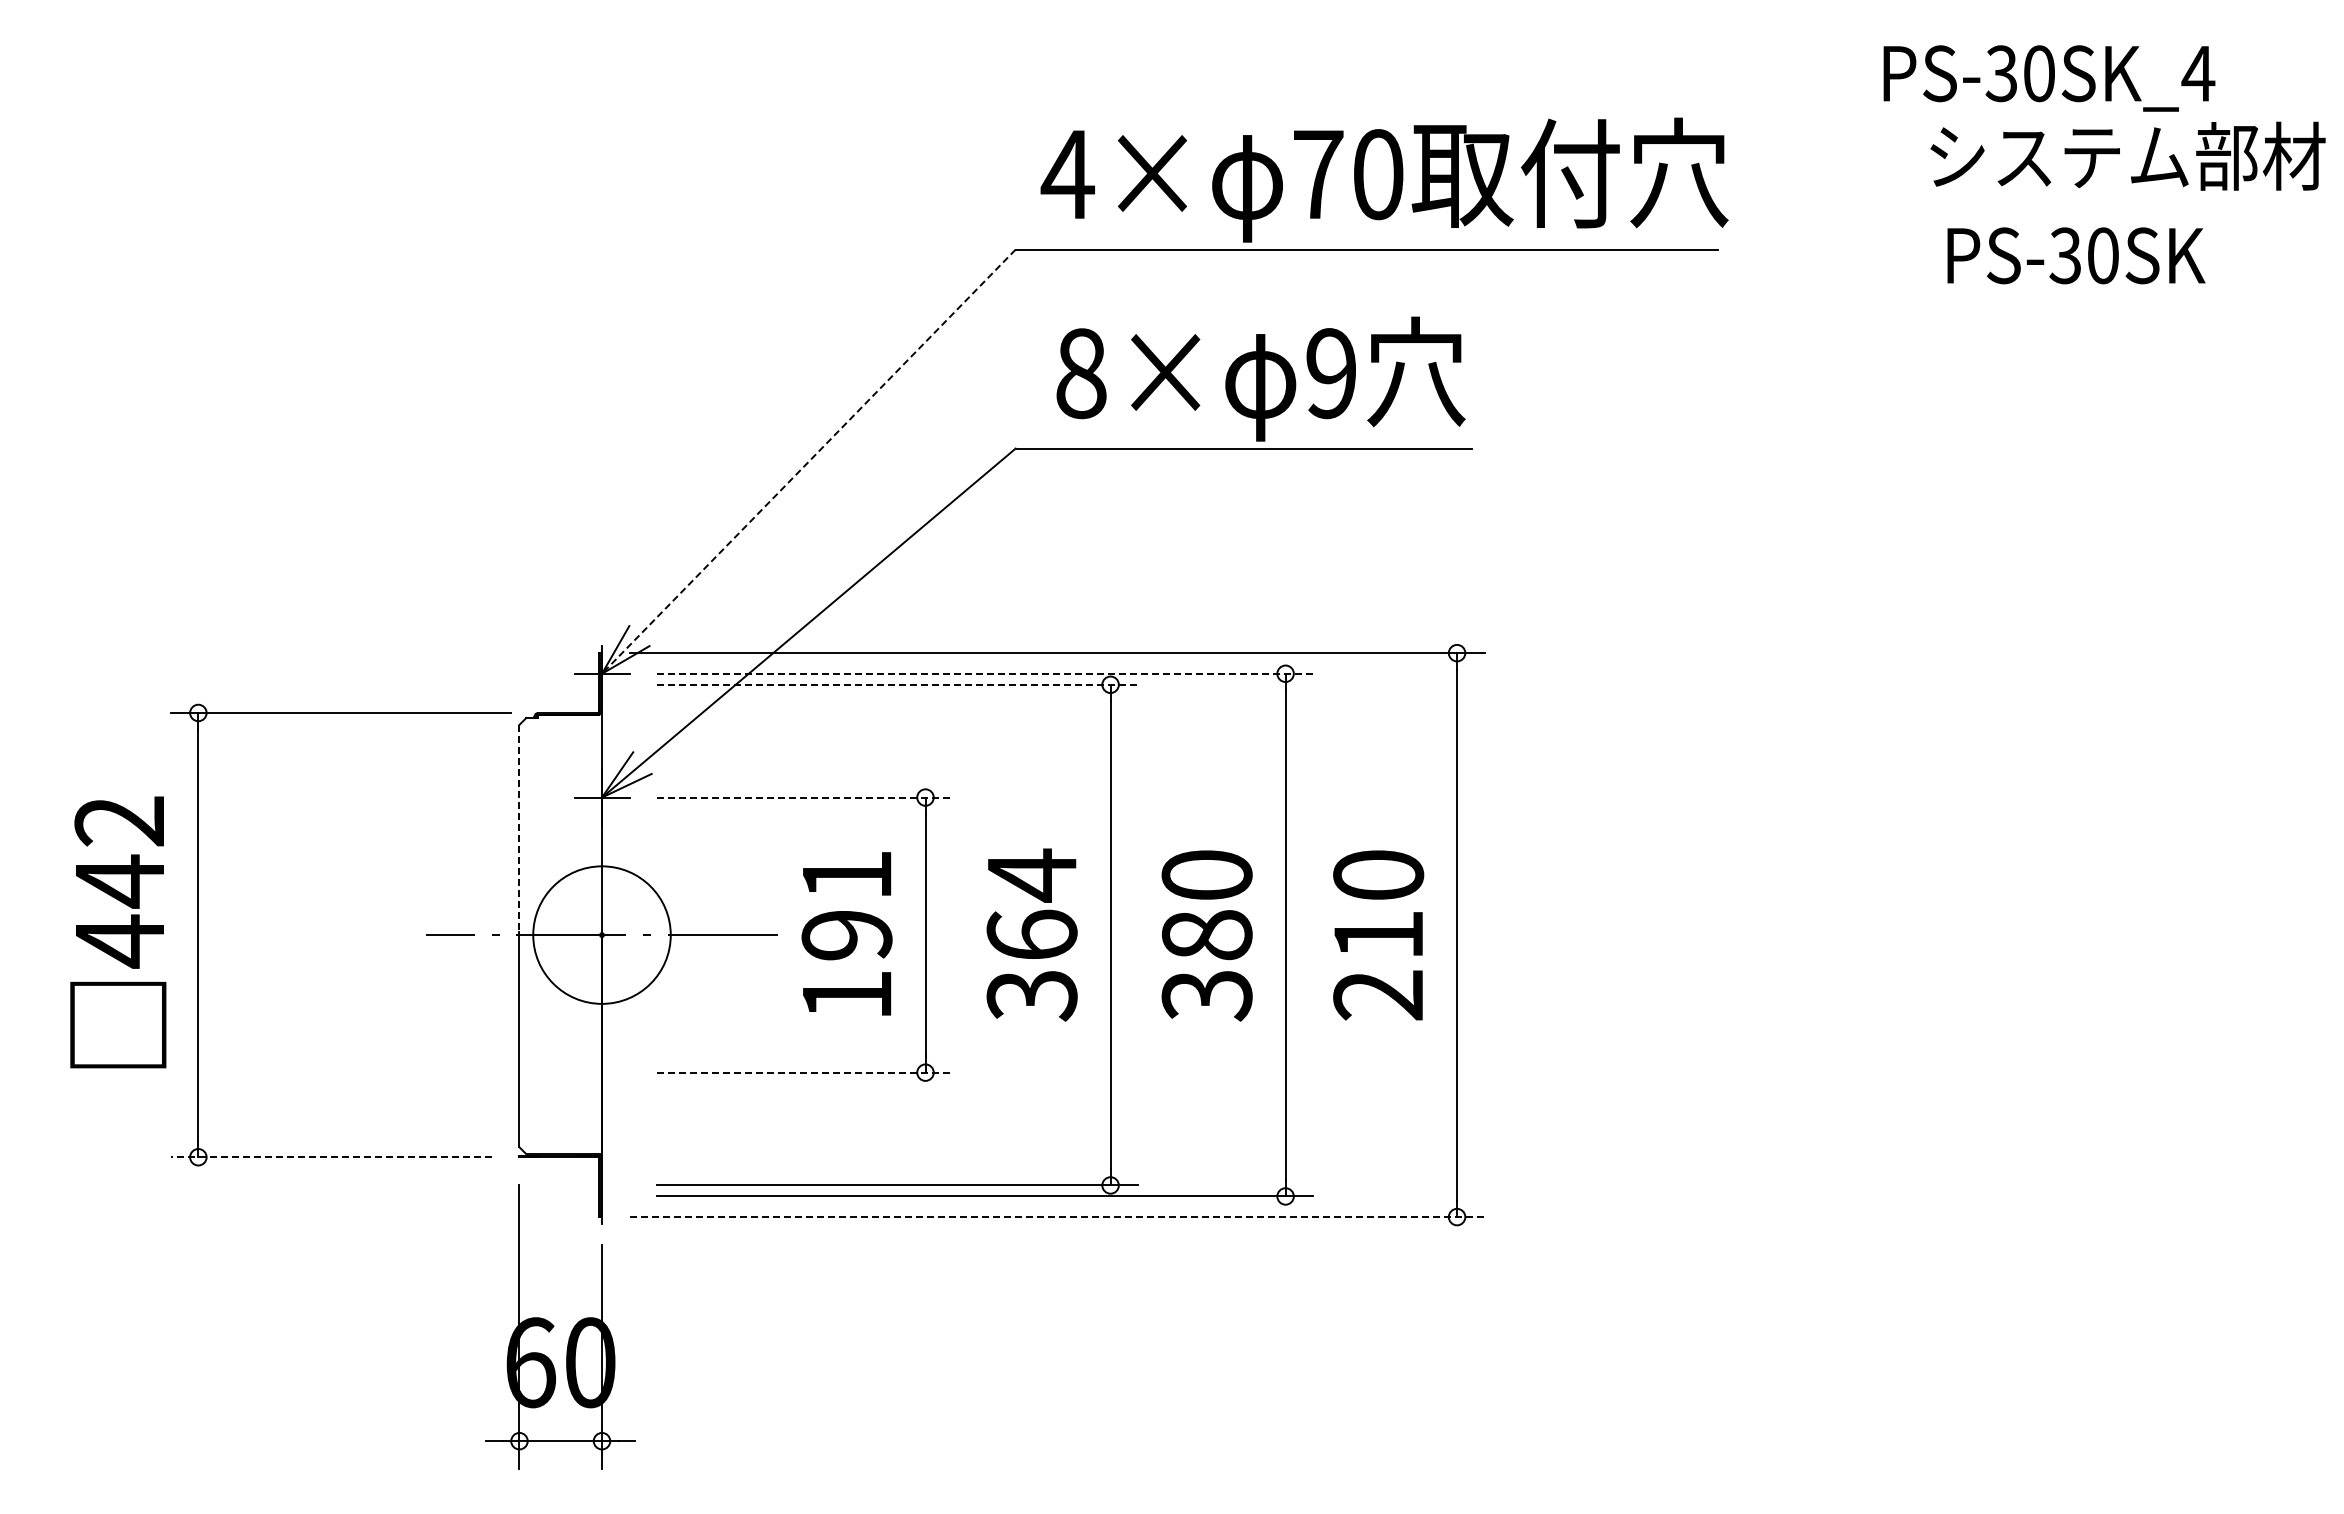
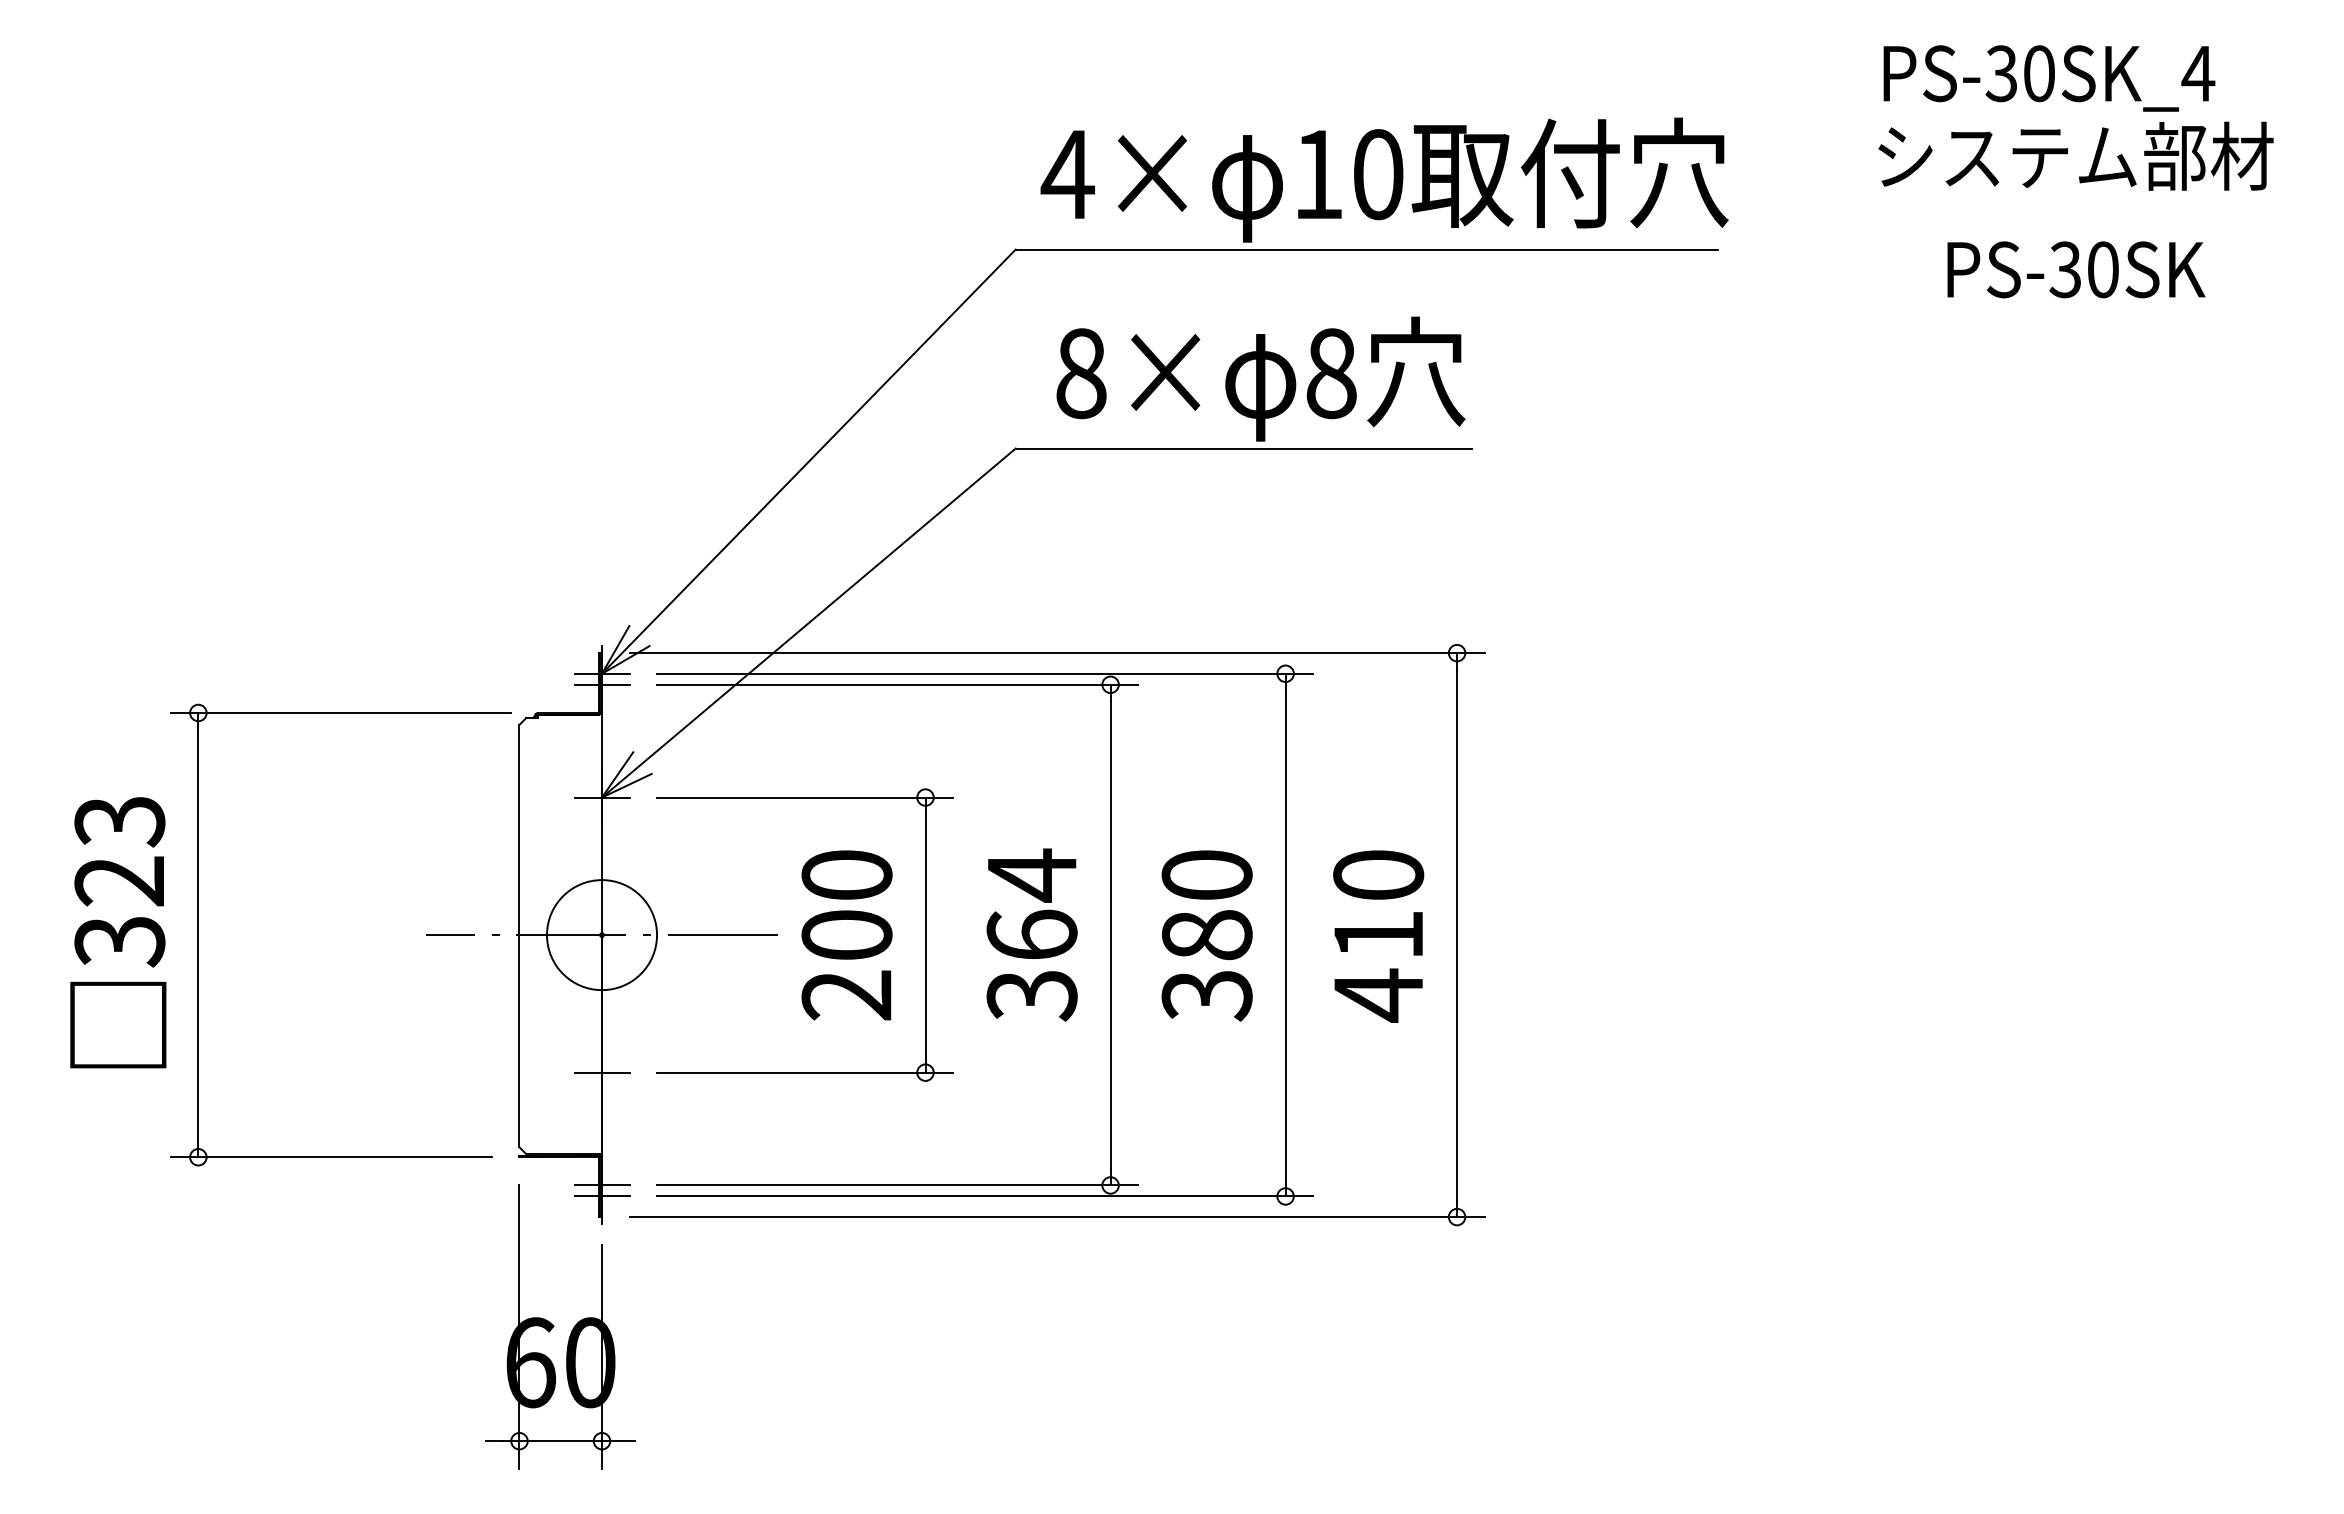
text at (2127, 155) position: (2127, 155) -> (2075, 155)
text at (1318, 174): 70 -> 10
text at (2076, 255) position: (2076, 255) -> (2076, 269)
text at (1331, 373): 9 -> 8
line at (808, 462): dashed -> solid
line at (985, 673): dashed -> solid
line at (601, 684): none -> present
line at (897, 684): dashed -> solid
line at (805, 797): dashed -> solid
line at (519, 830): dashed -> solid
text at (119, 882): 442 -> 323
circle at (601, 934) diameter: 138 px -> 110 px
text at (846, 935): 191 -> 200
text at (1377, 995): 210 -> 410
line at (601, 1072): none -> present
line at (805, 1072): dashed -> solid
line at (331, 1157): dashed -> solid
line at (601, 1185): none -> present
line at (601, 1196): none -> present
line at (1057, 1217): dashed -> solid
